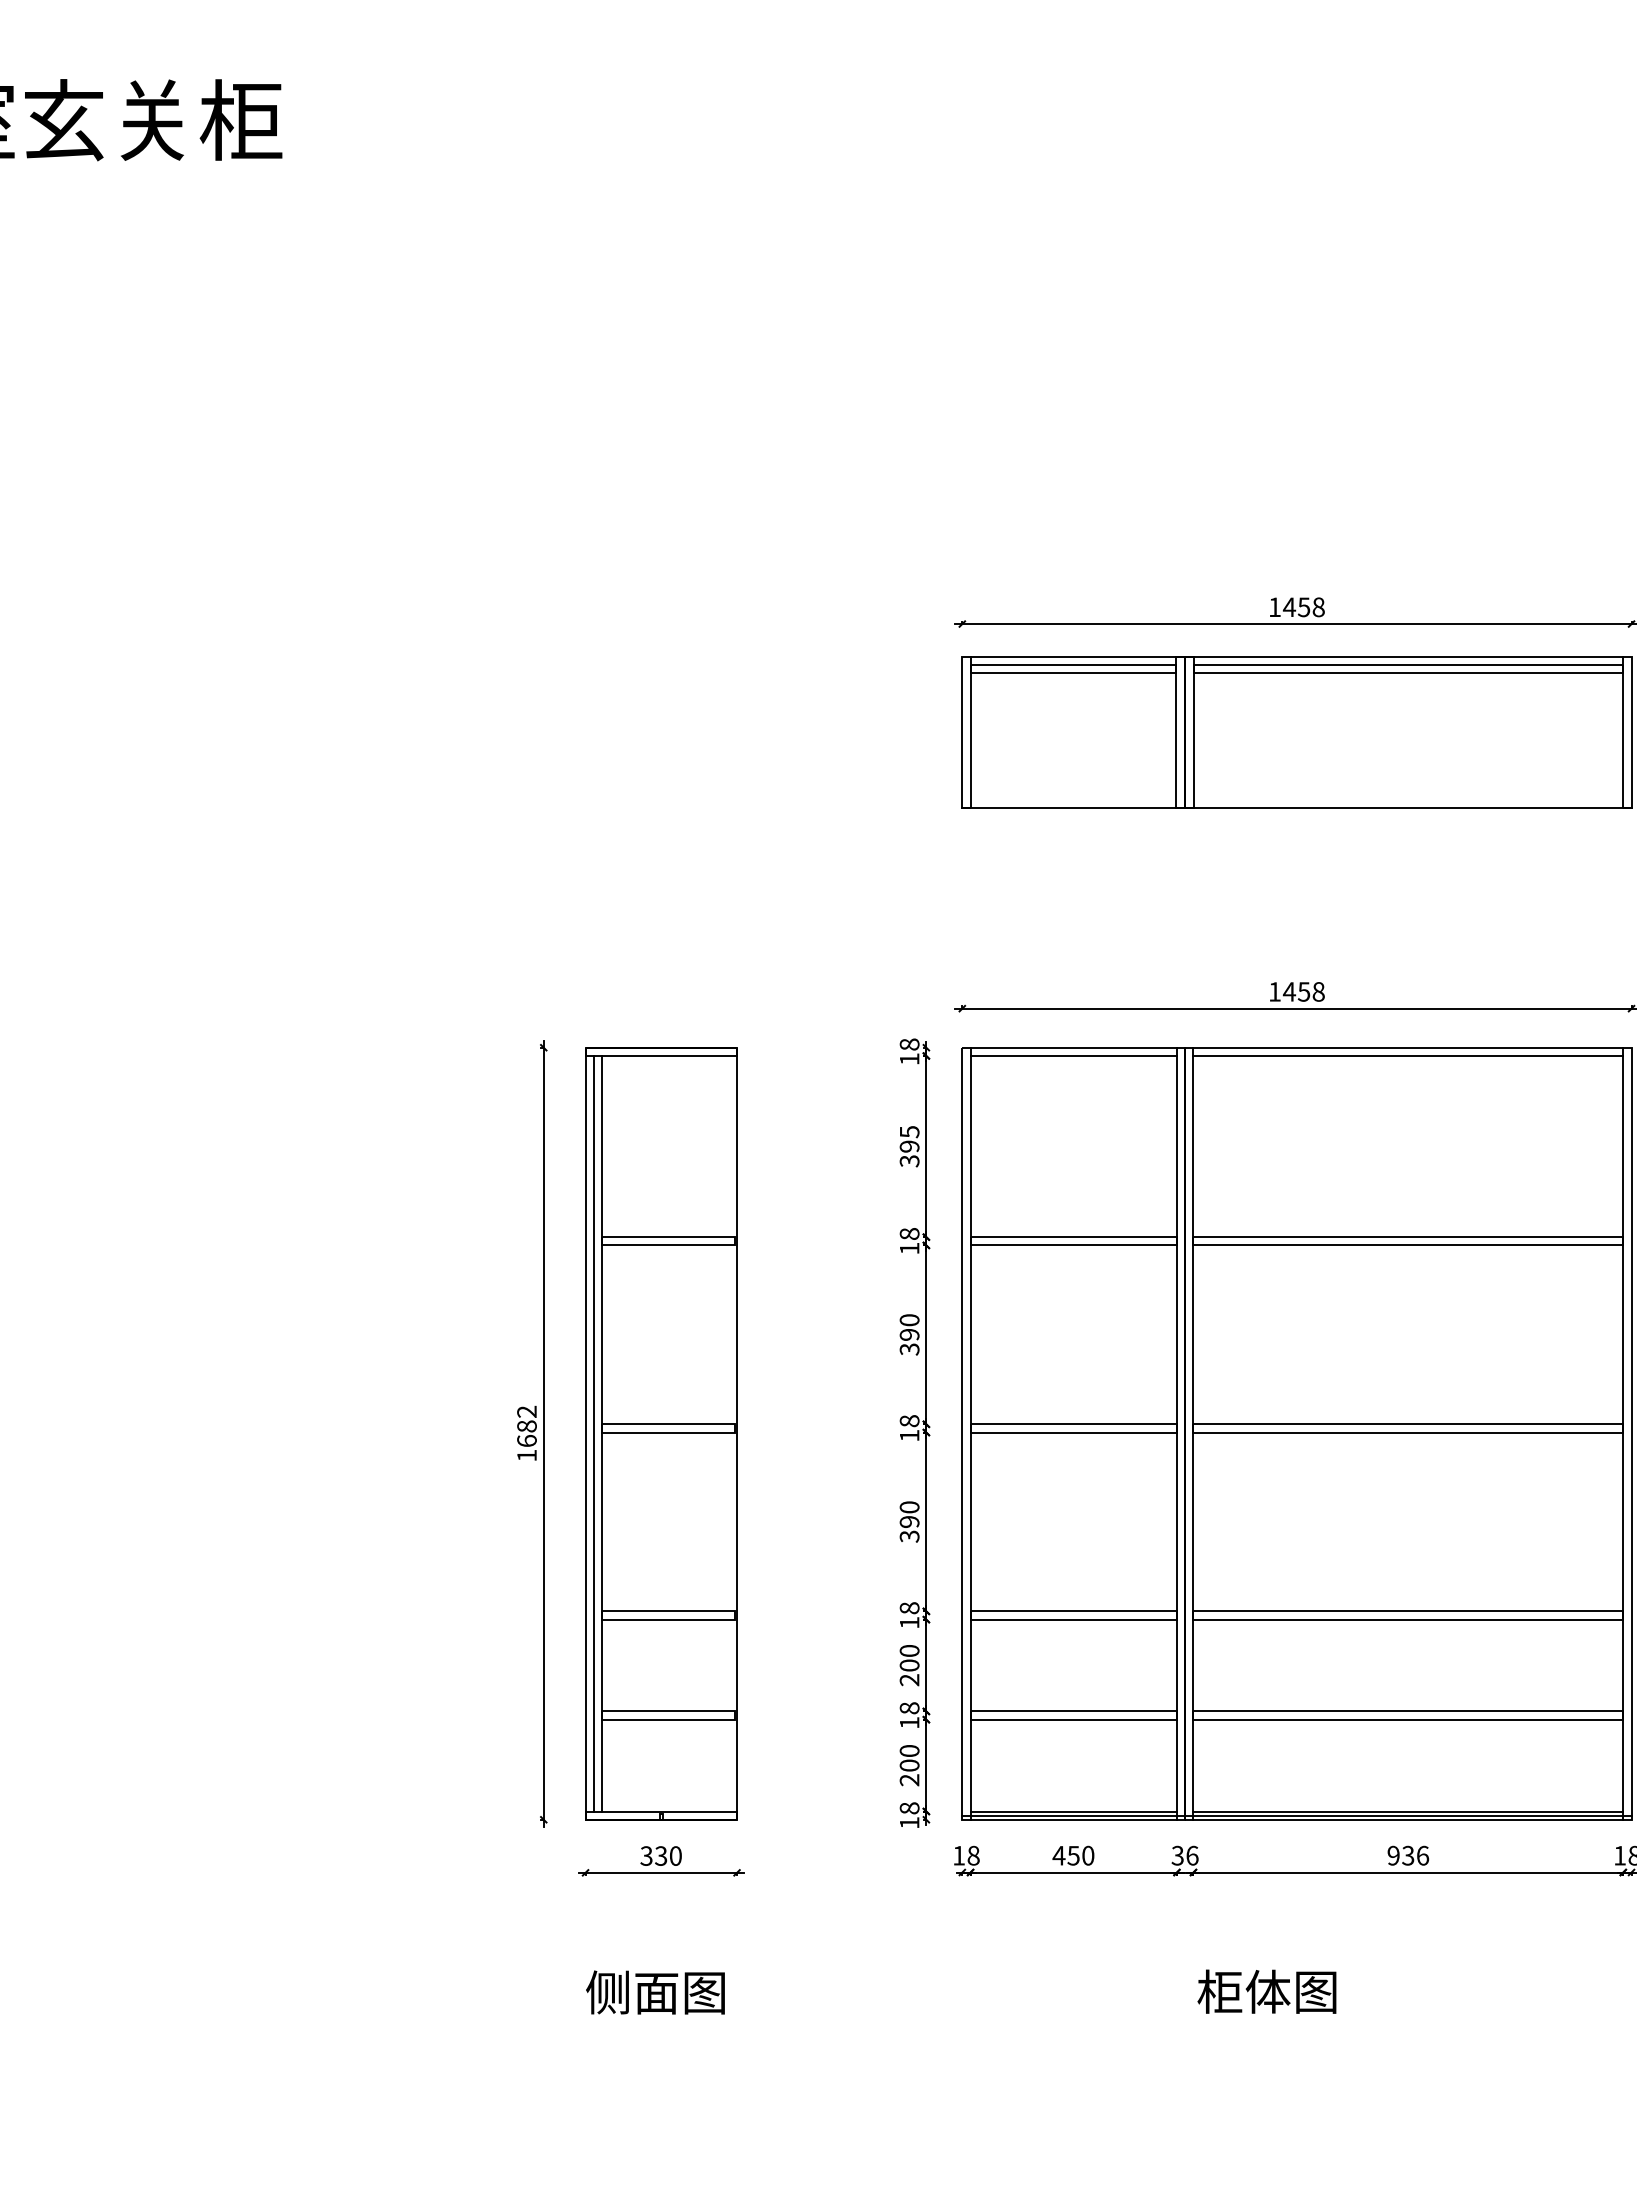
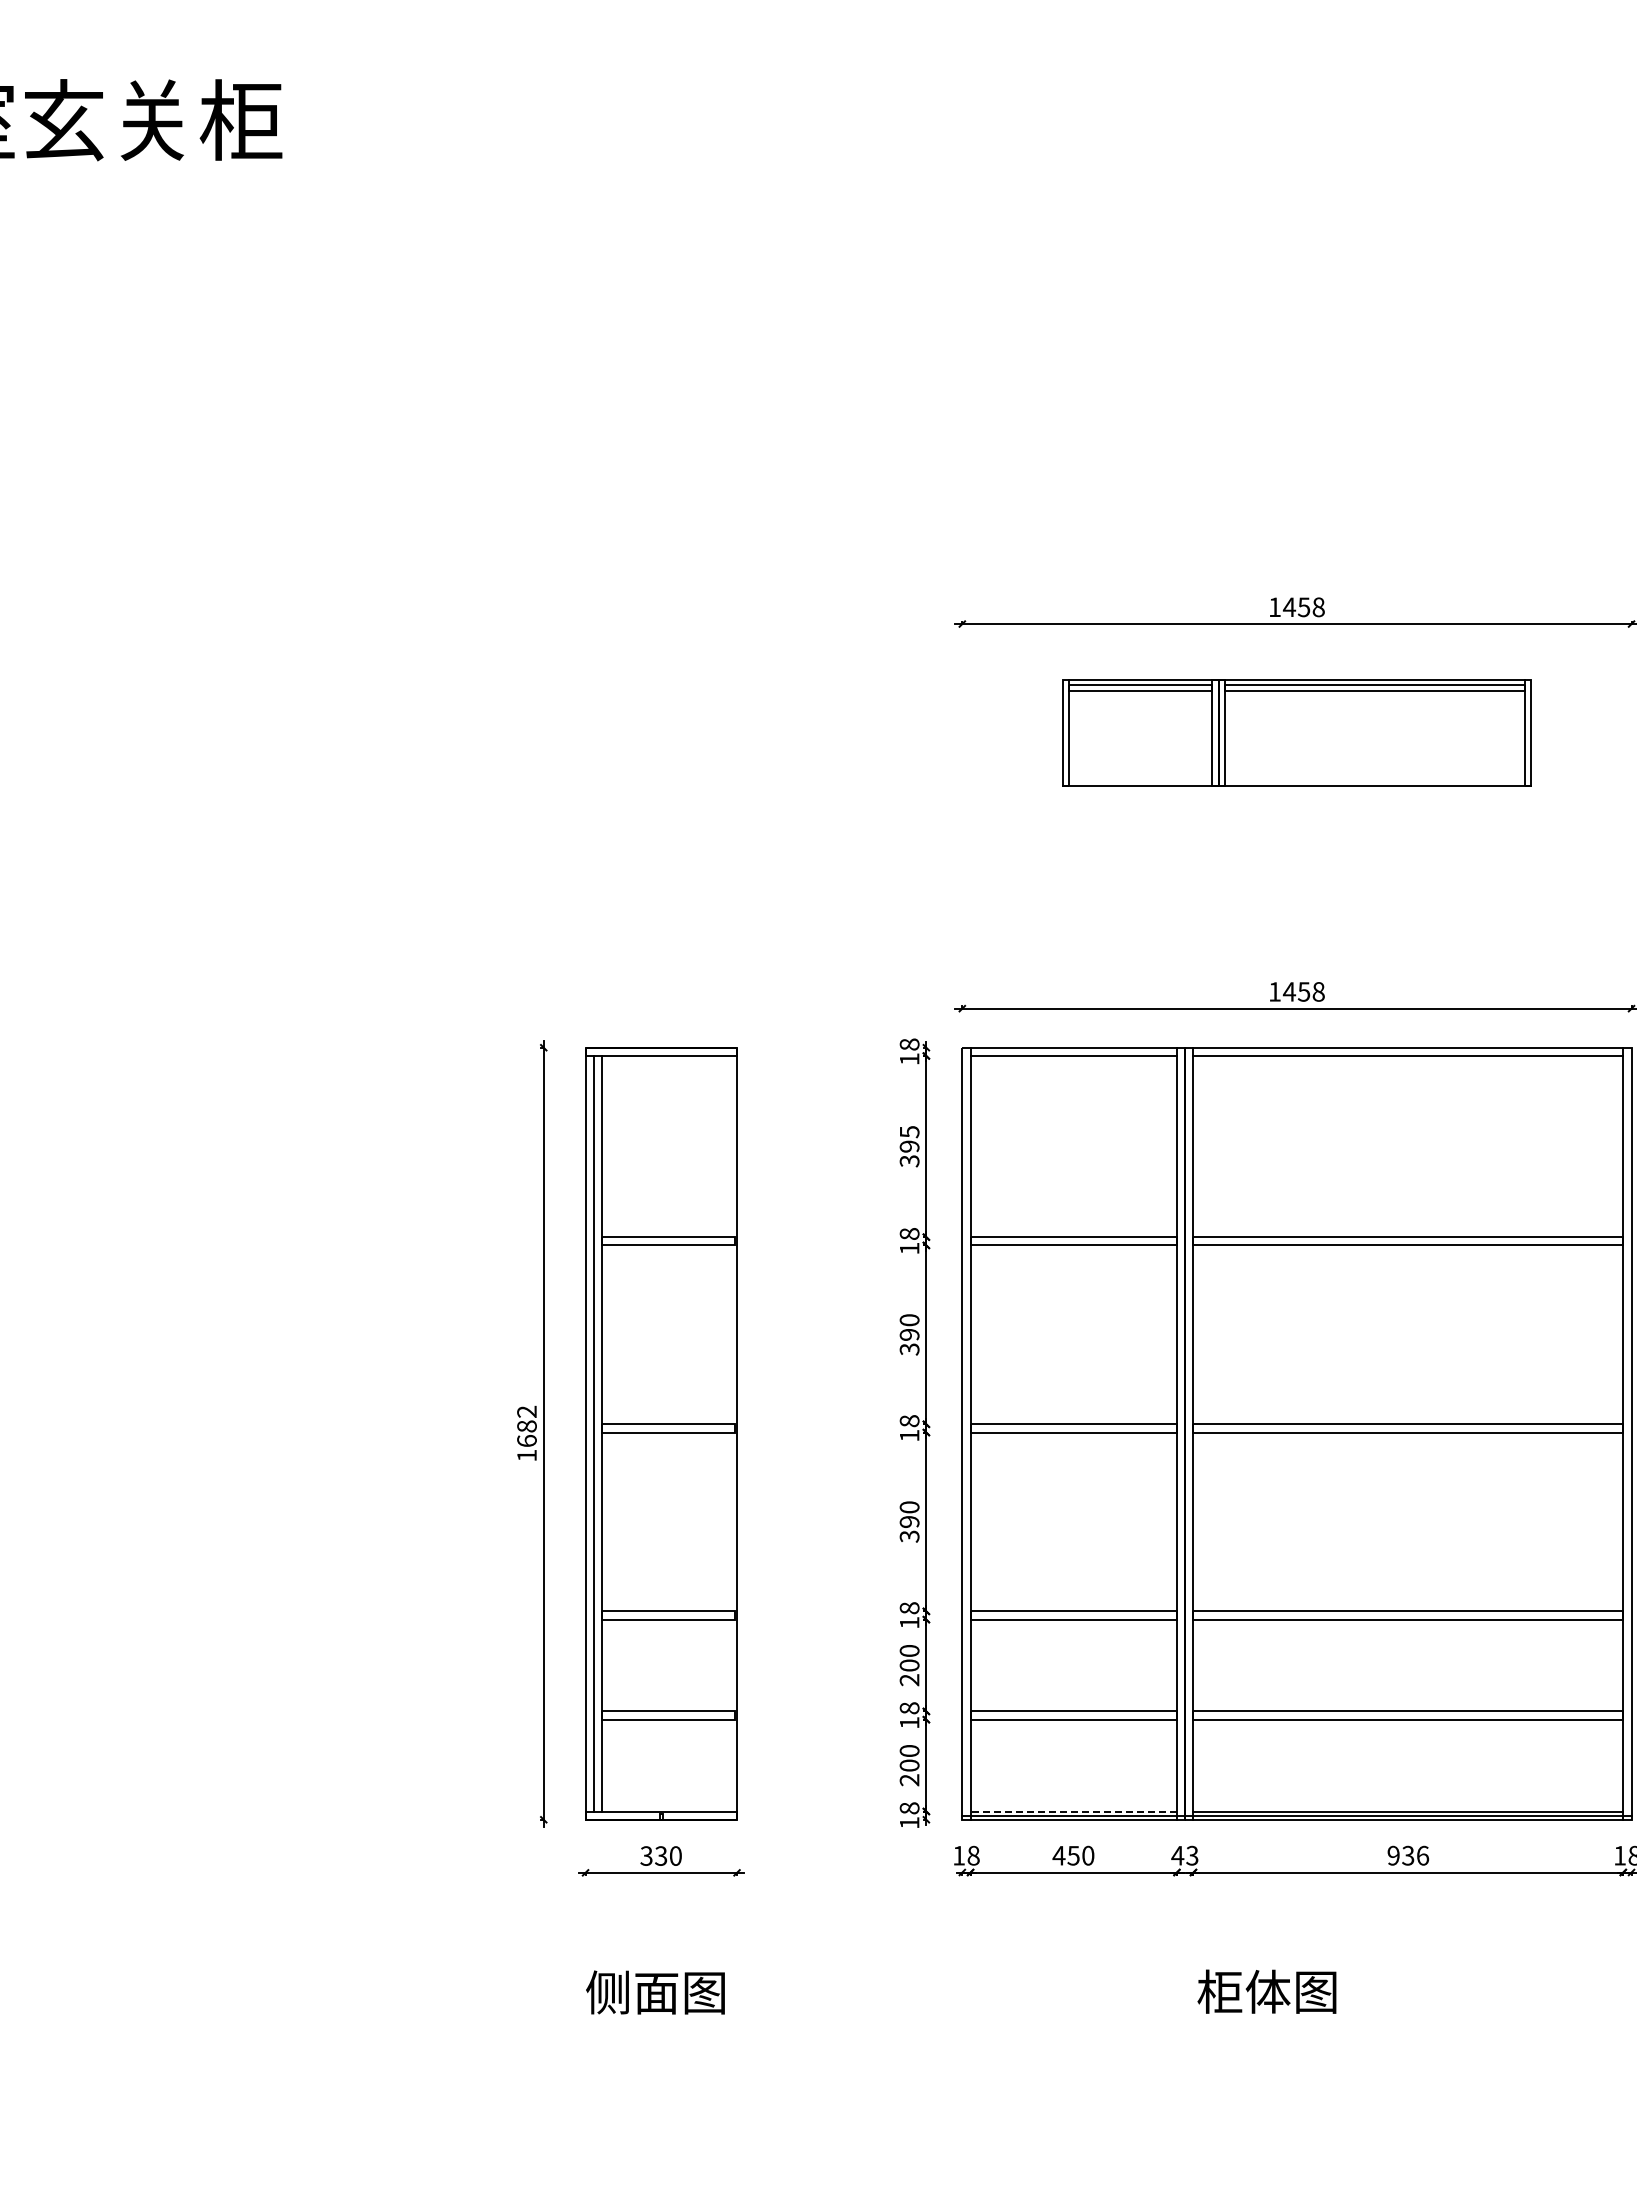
part at (1296, 732) size: 672x153 px -> 470x108 px
line at (1073, 1811): solid -> dashed
text at (1184, 1855): 36 -> 43
